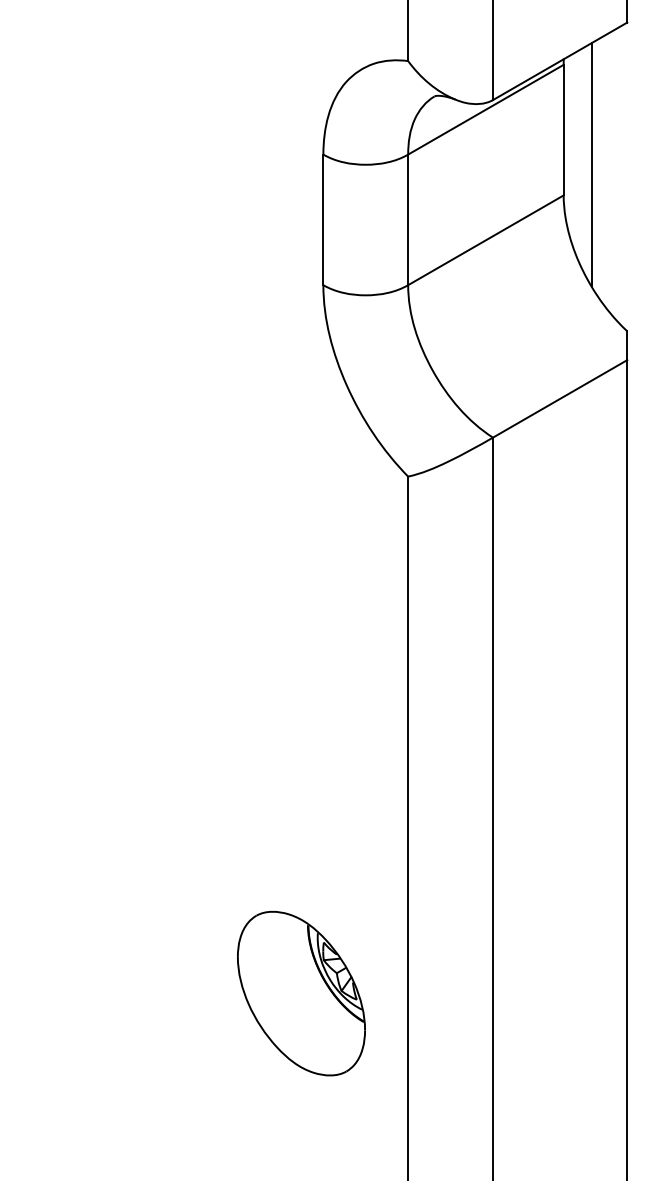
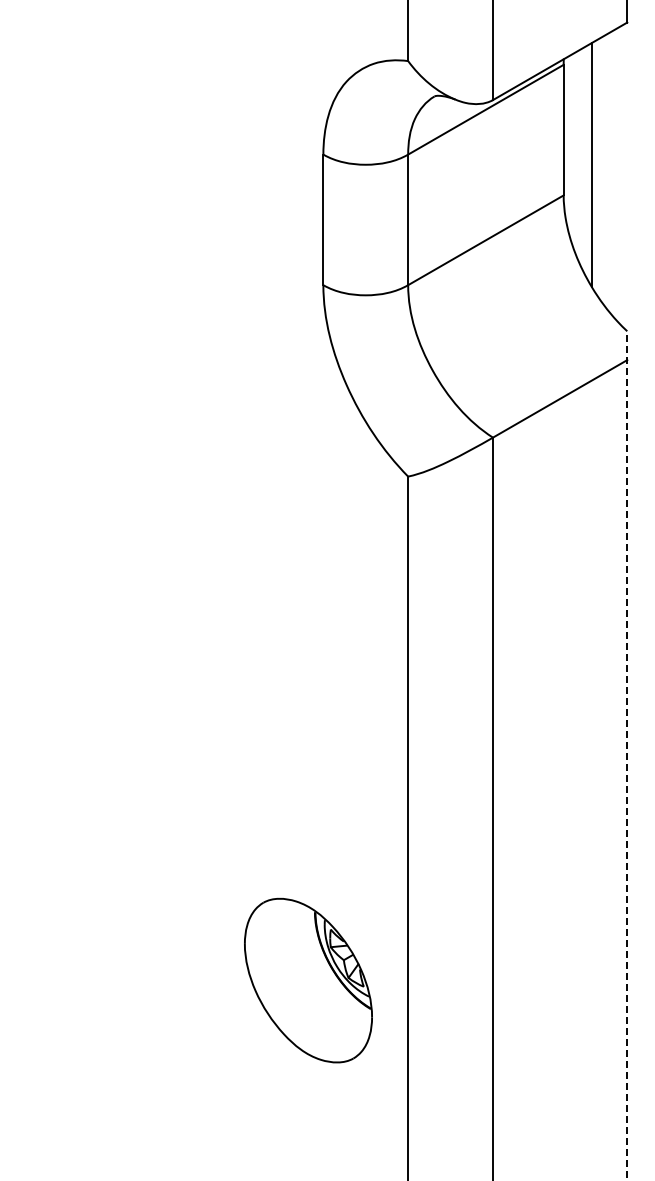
line at (627, 755): solid -> dashed
part at (301, 993) position: (301, 993) -> (308, 980)
